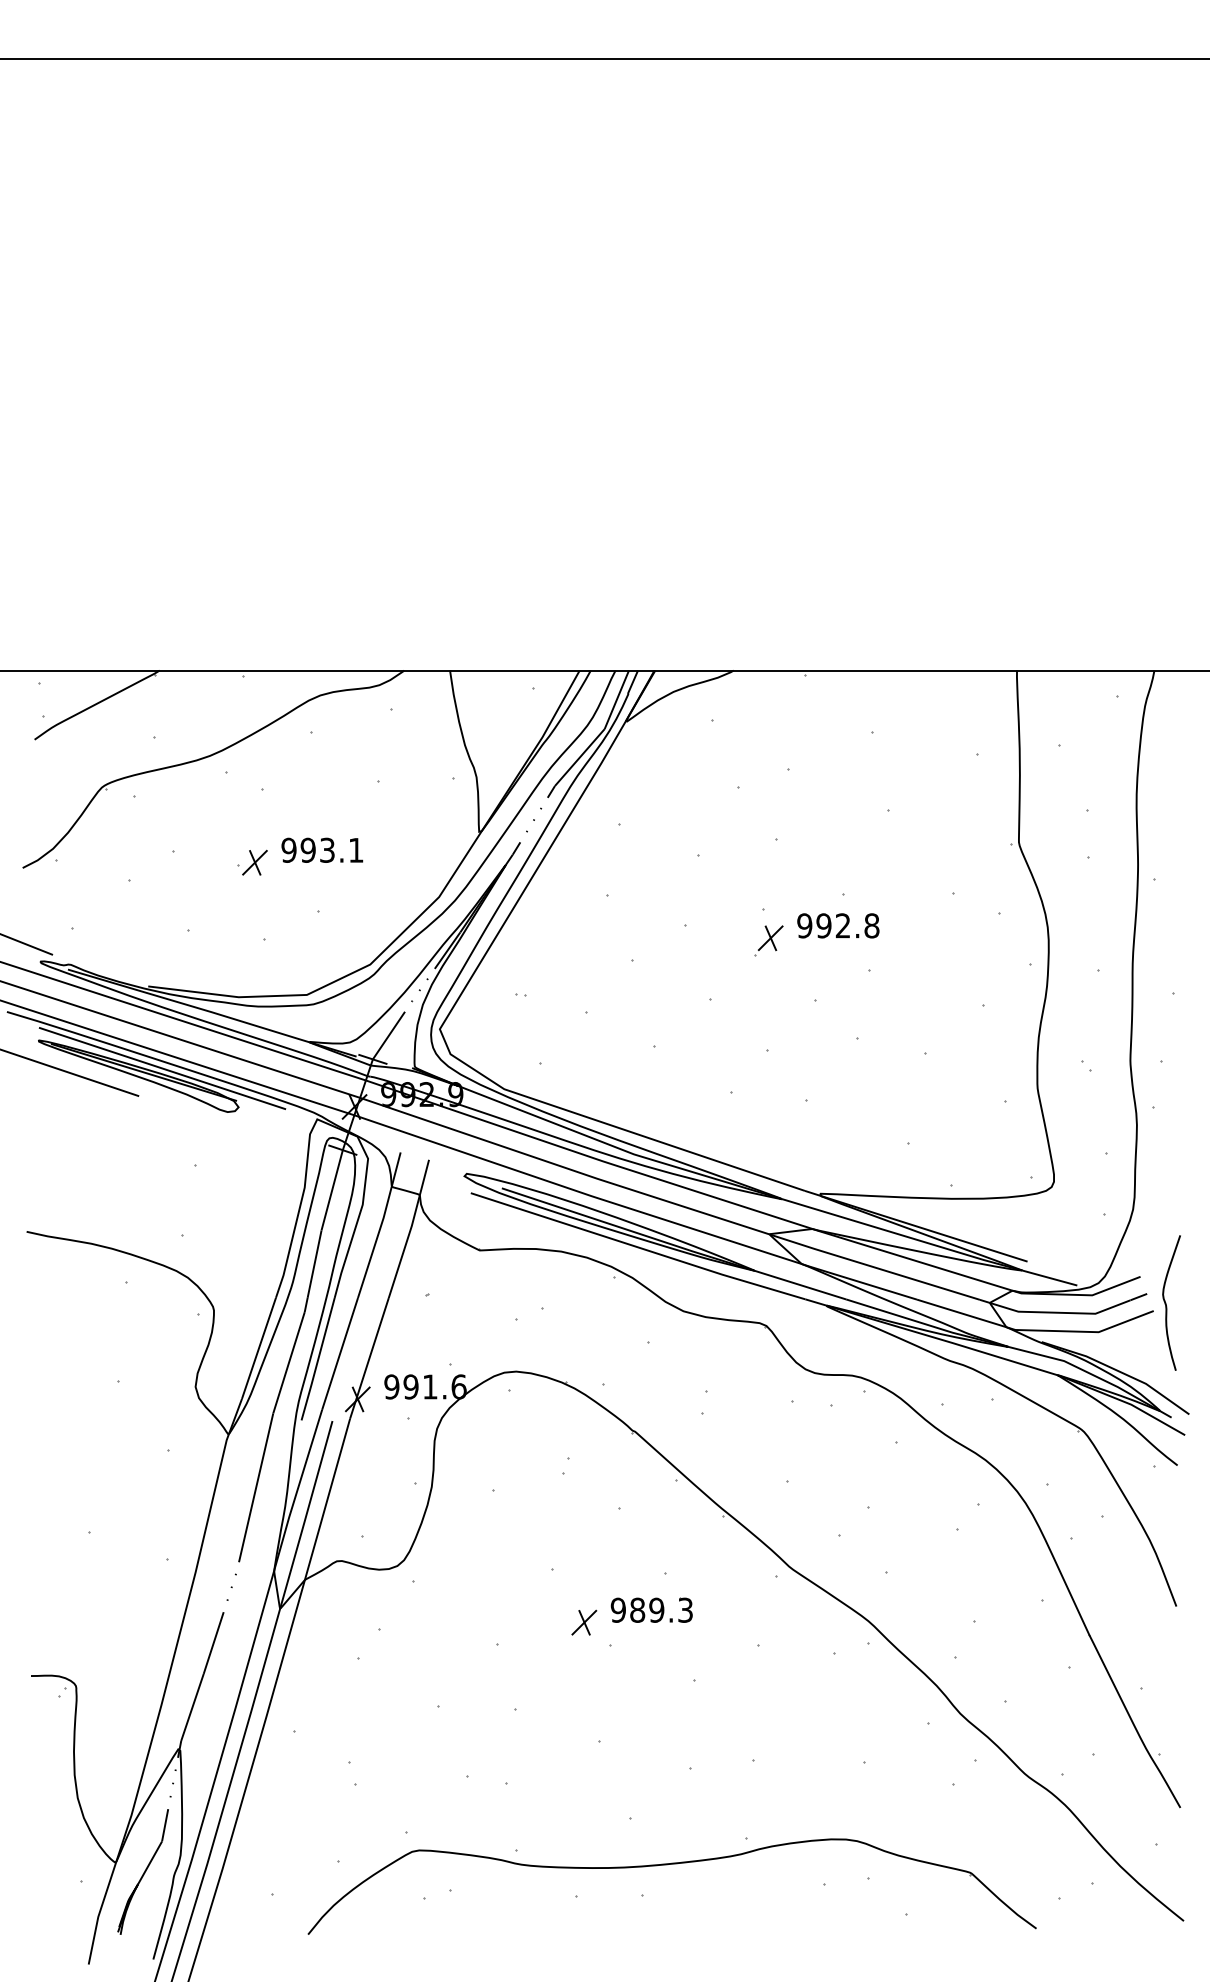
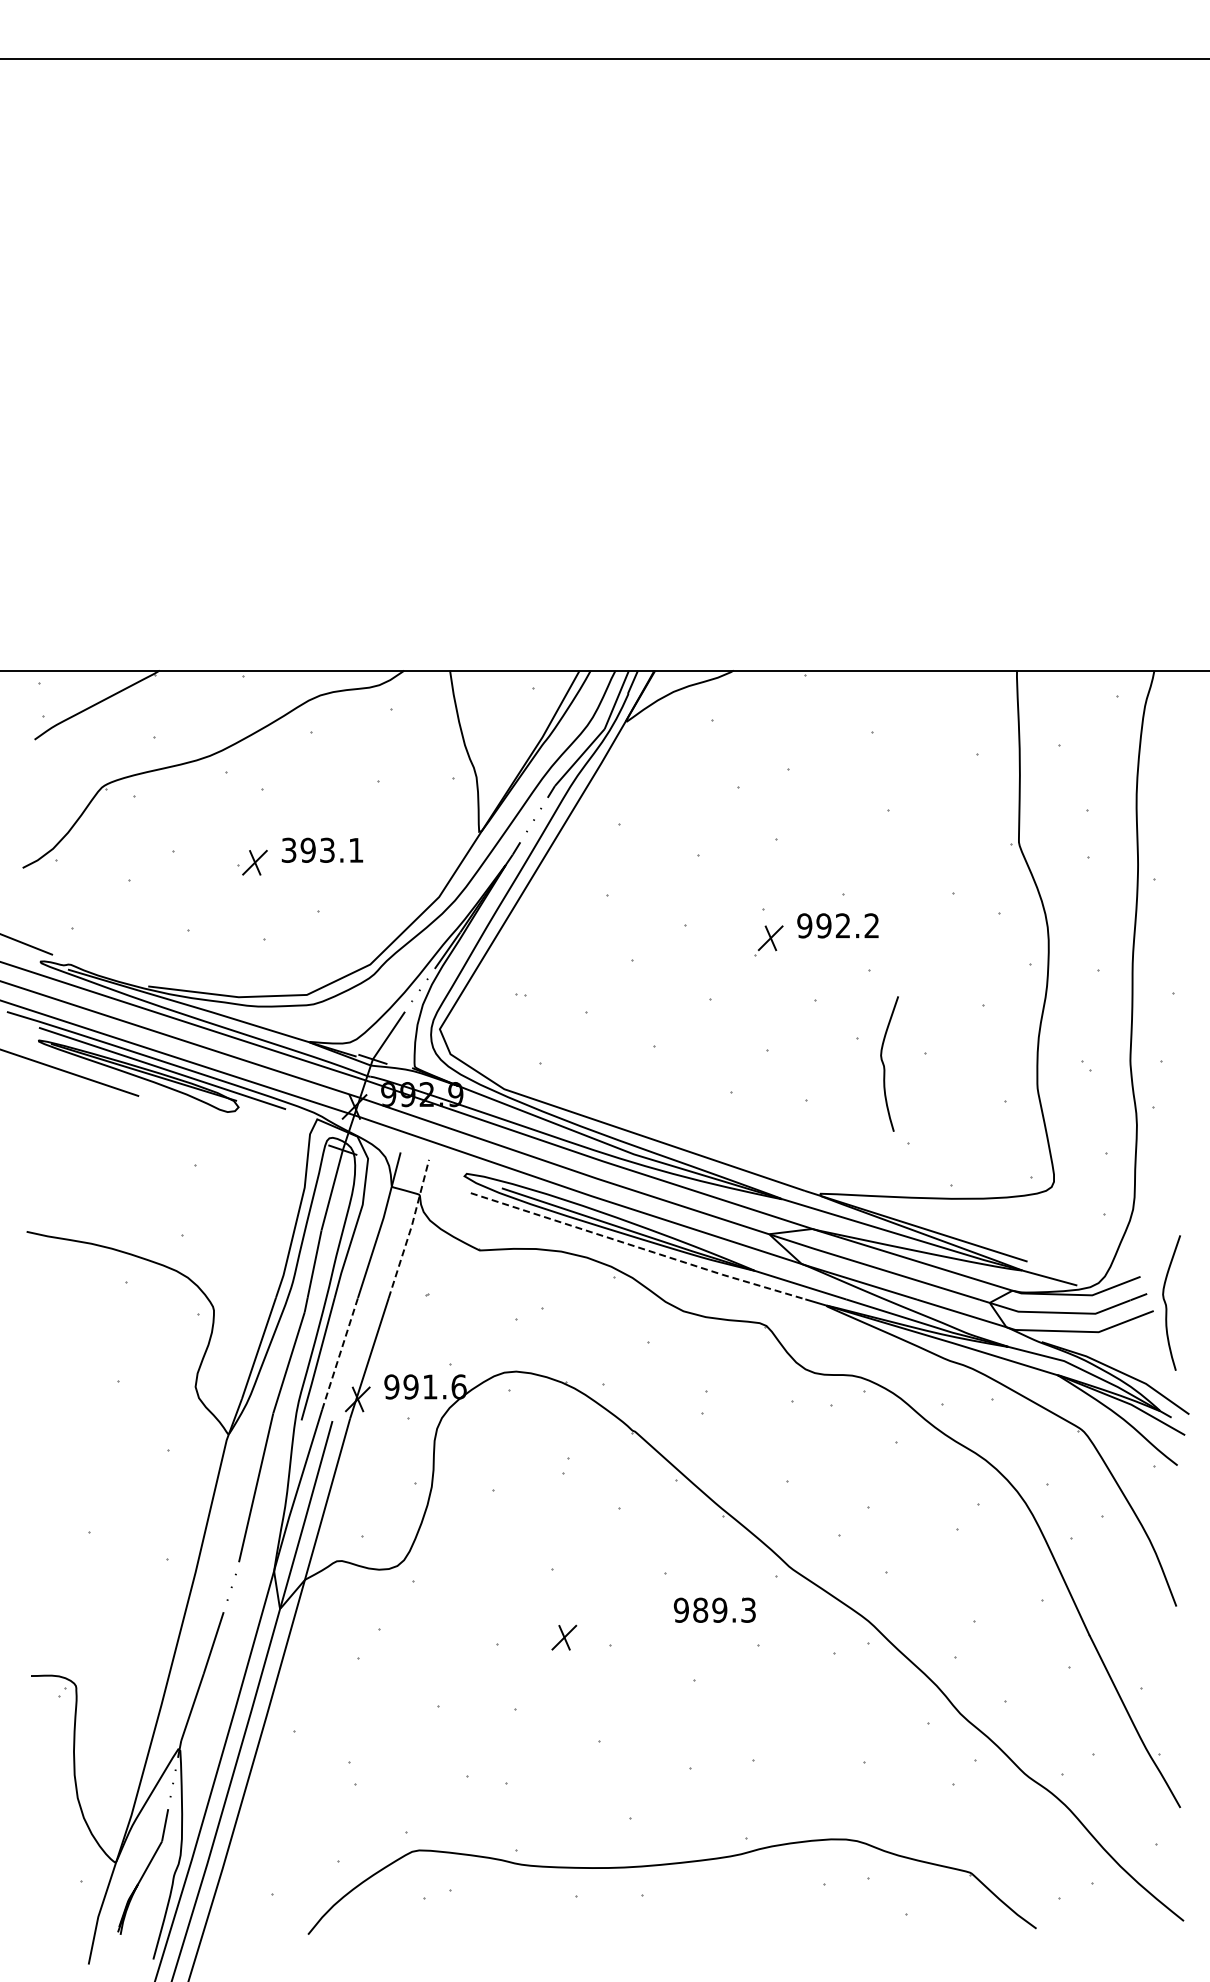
text at (288, 849): 993.1 -> 393.1
text at (871, 925): 992.8 -> 992.2
curve at (884, 1063): none -> present
line at (410, 1228): solid -> dashed
line at (638, 1247): solid -> dashed
line at (340, 1353): solid -> dashed
part at (651, 1609) position: (651, 1609) -> (714, 1609)
part at (584, 1622) position: (584, 1622) -> (564, 1637)
